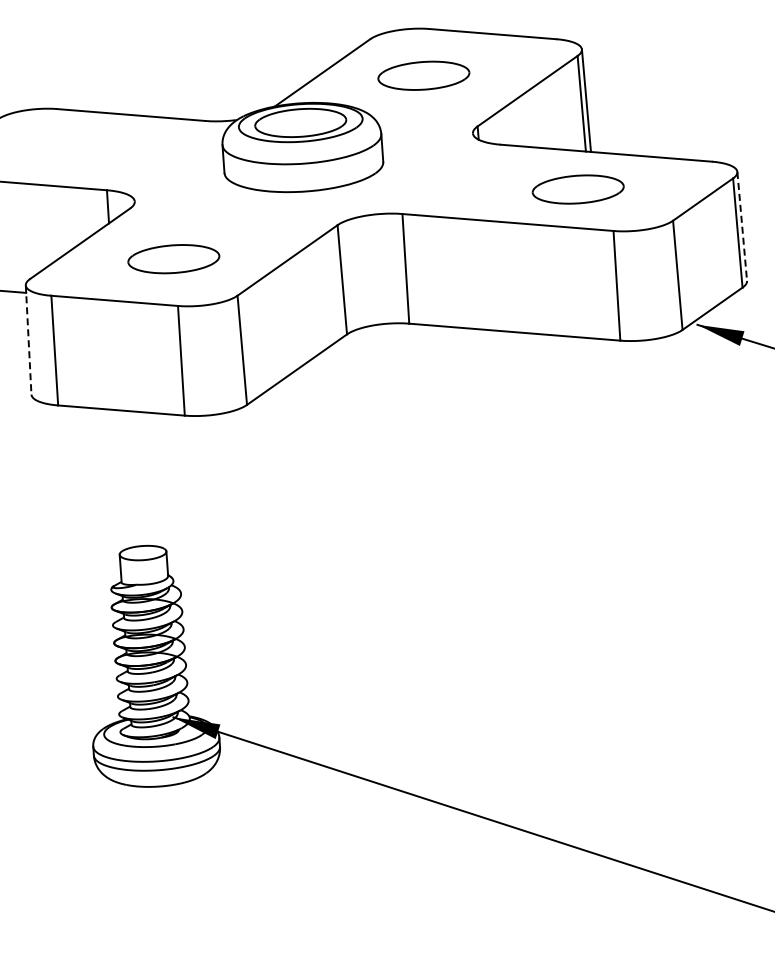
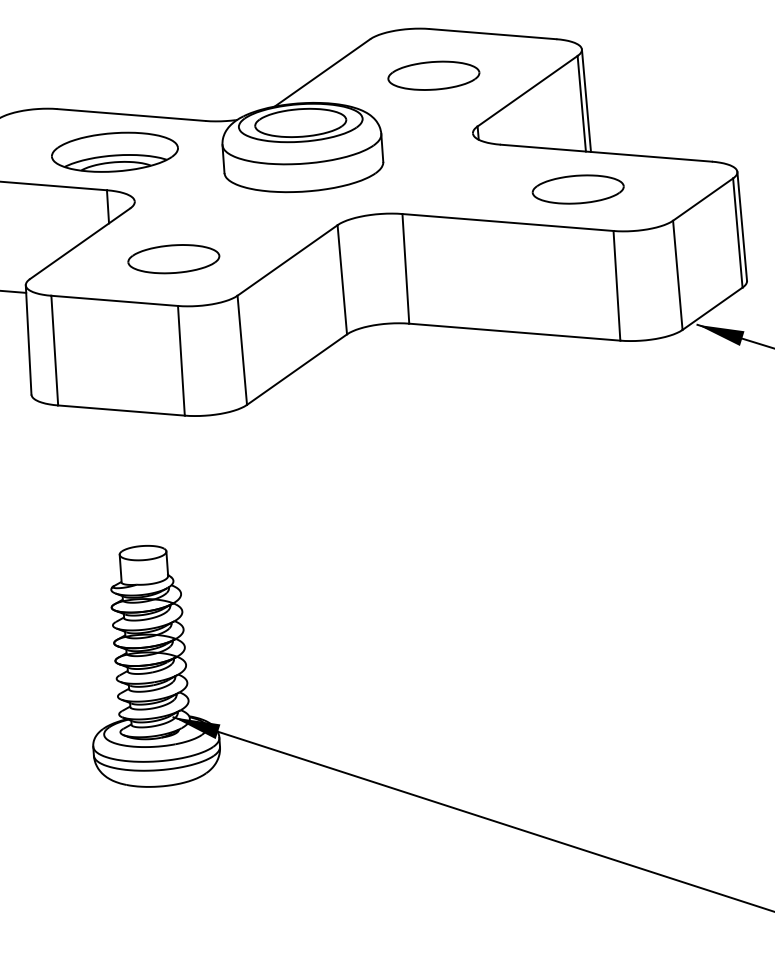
part at (423, 75) position: (423, 75) -> (433, 75)
part at (114, 151): none -> present
line at (742, 226): dashed -> solid
line at (28, 339): dashed -> solid
